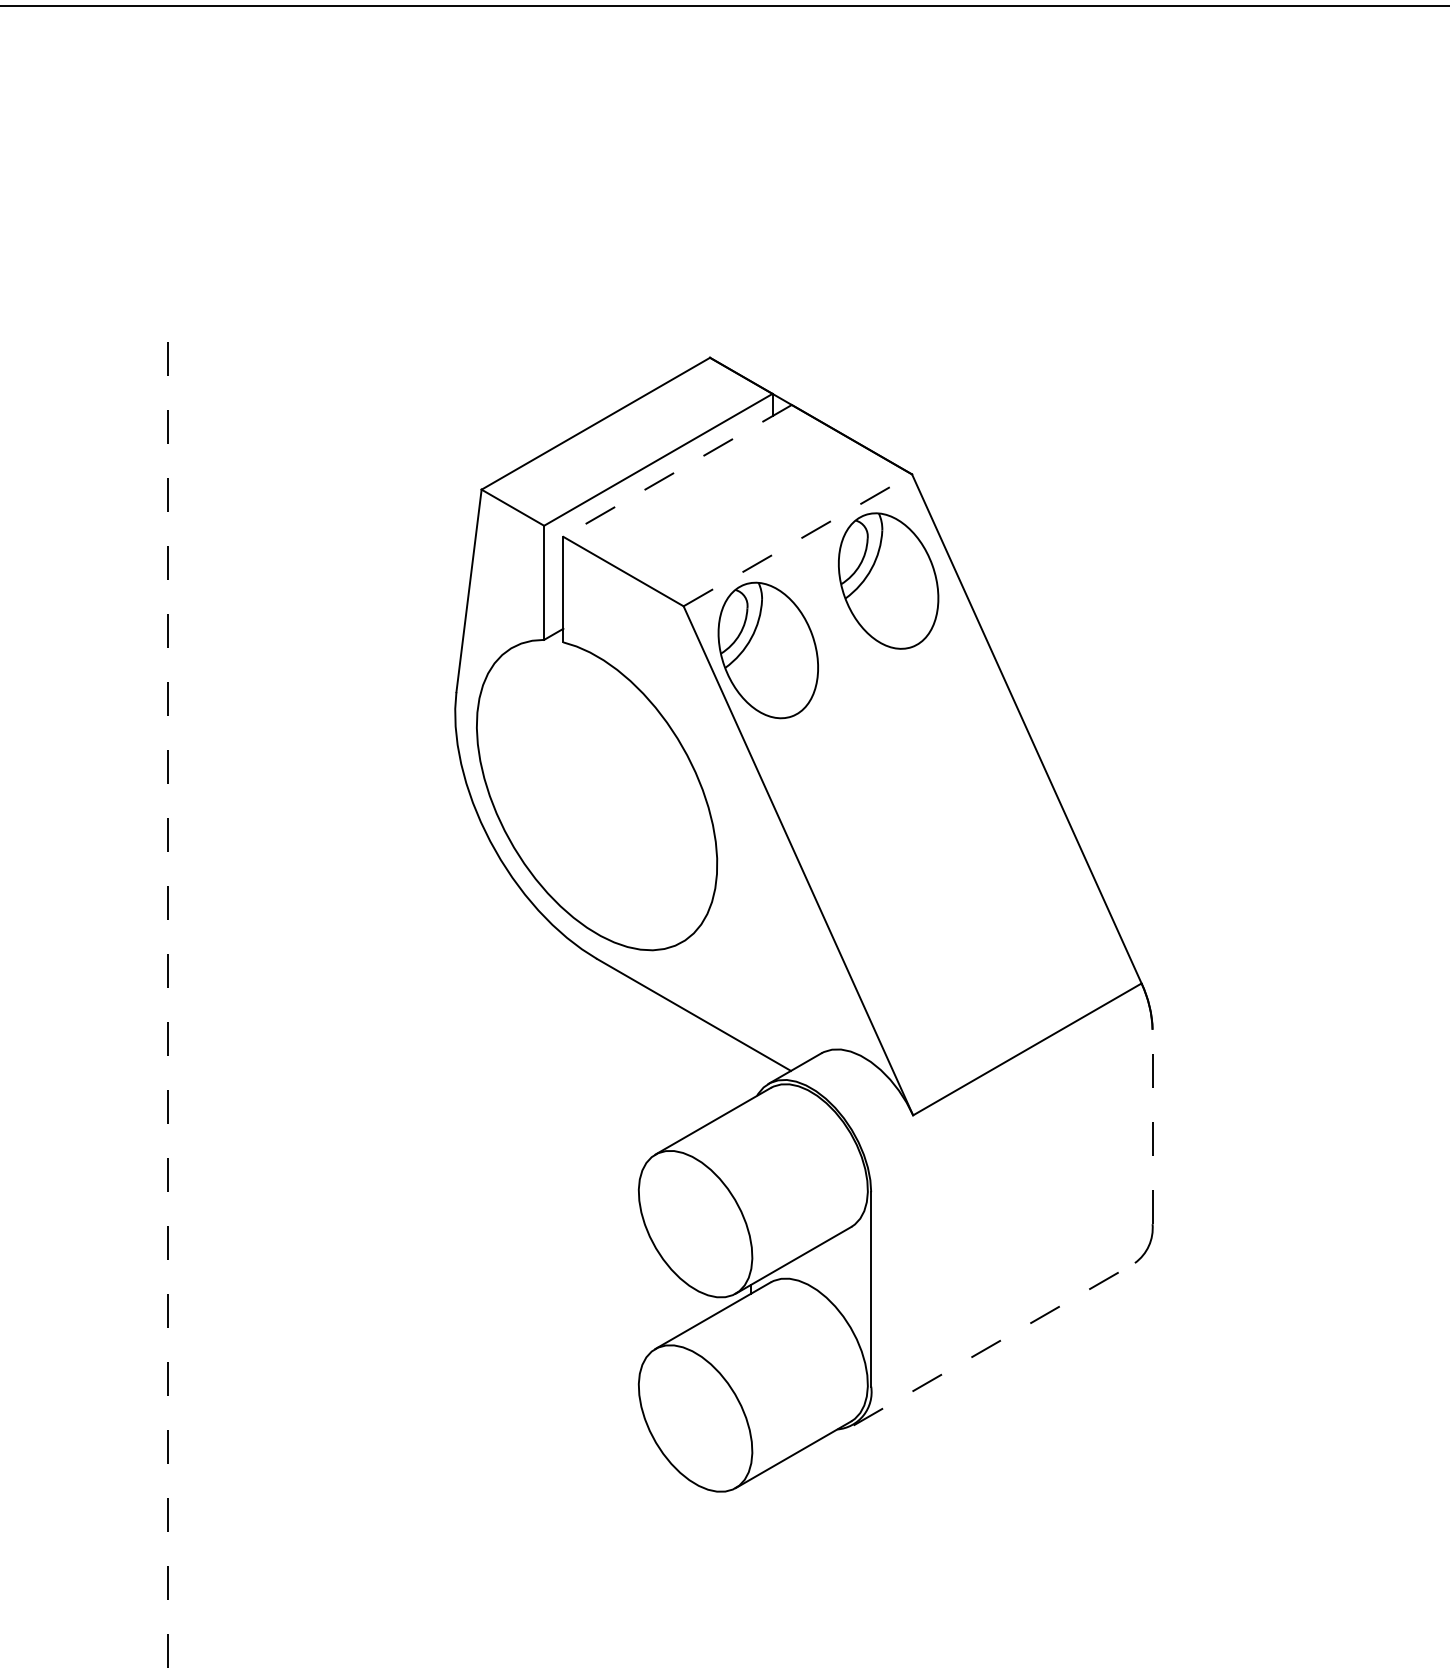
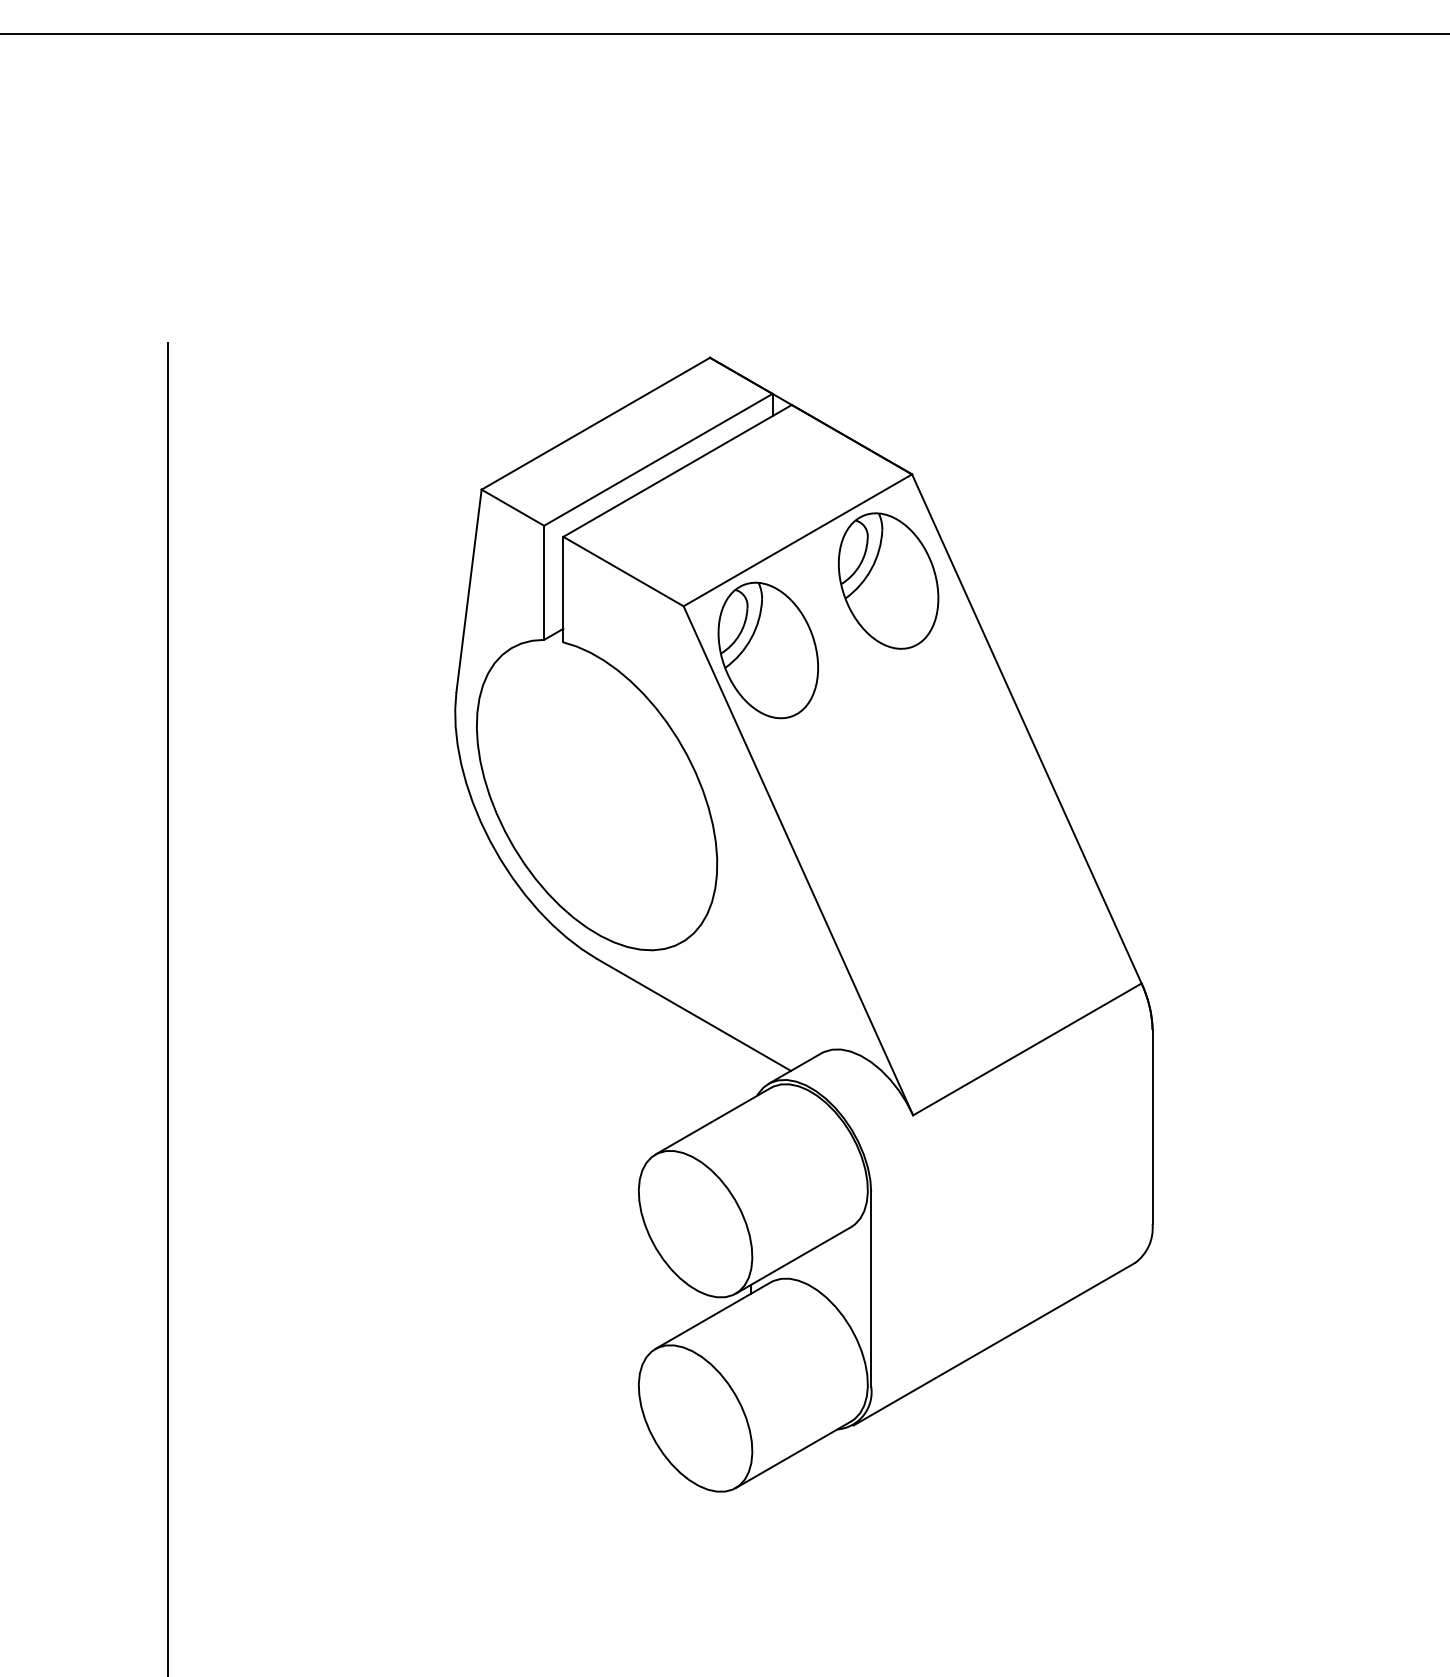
line at (724, 6) position: (724, 6) -> (724, 34)
line at (677, 470): dashed -> solid
line at (797, 540): dashed -> solid
line at (167, 1009): dashed -> solid
line at (1152, 1126): dashed -> solid
line at (994, 1344): dashed -> solid
